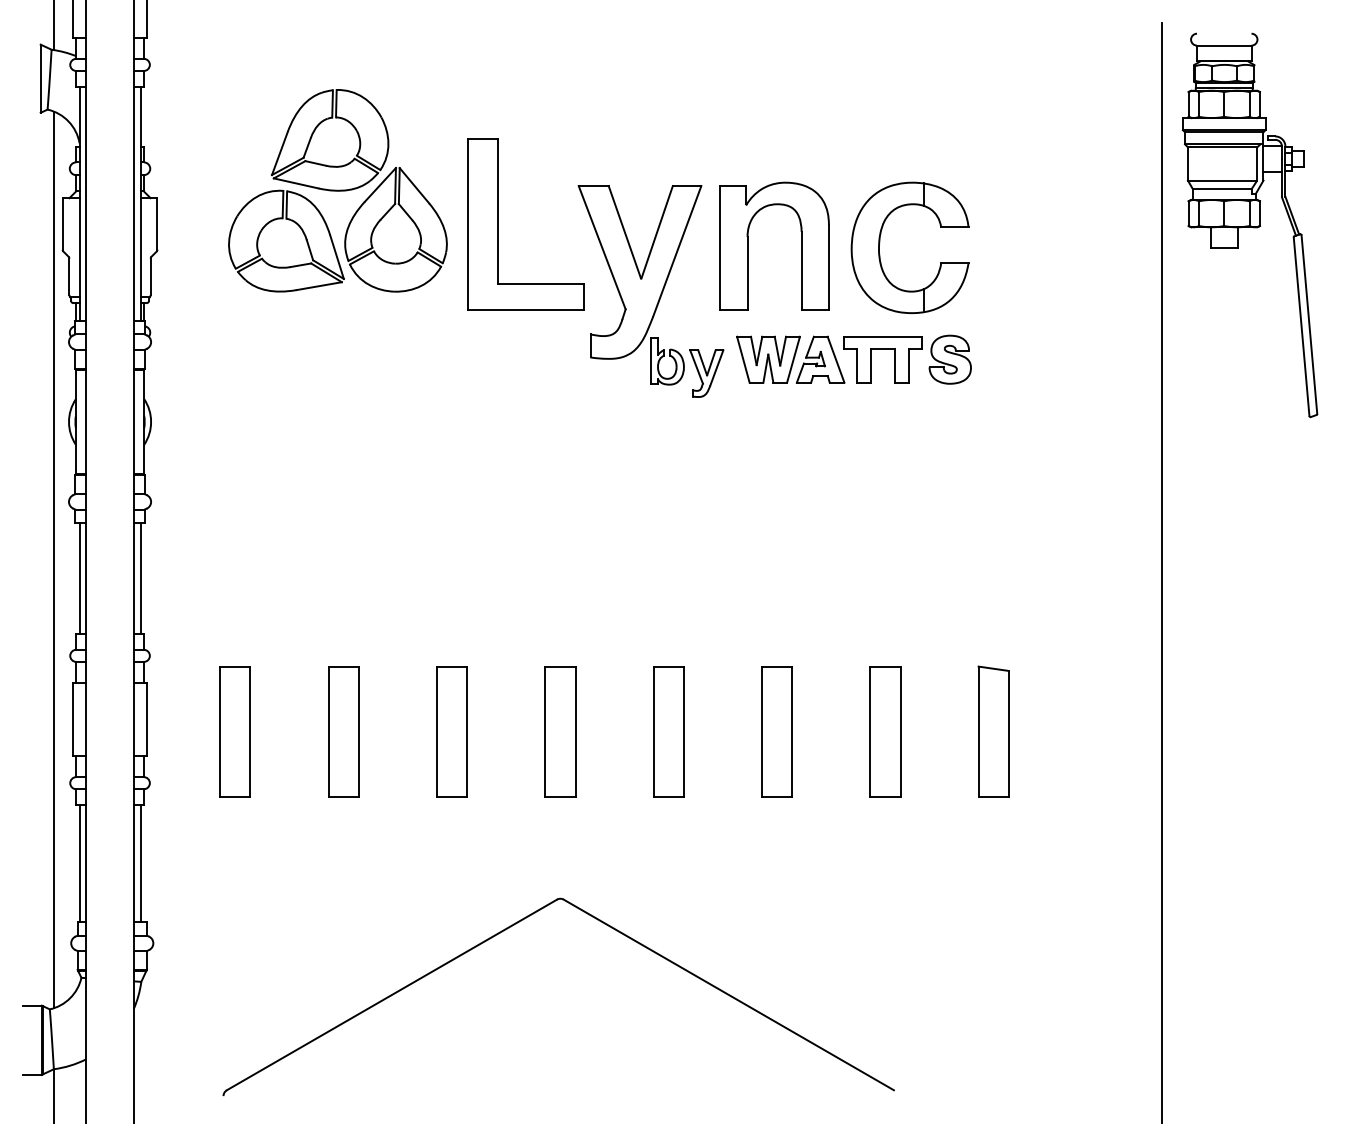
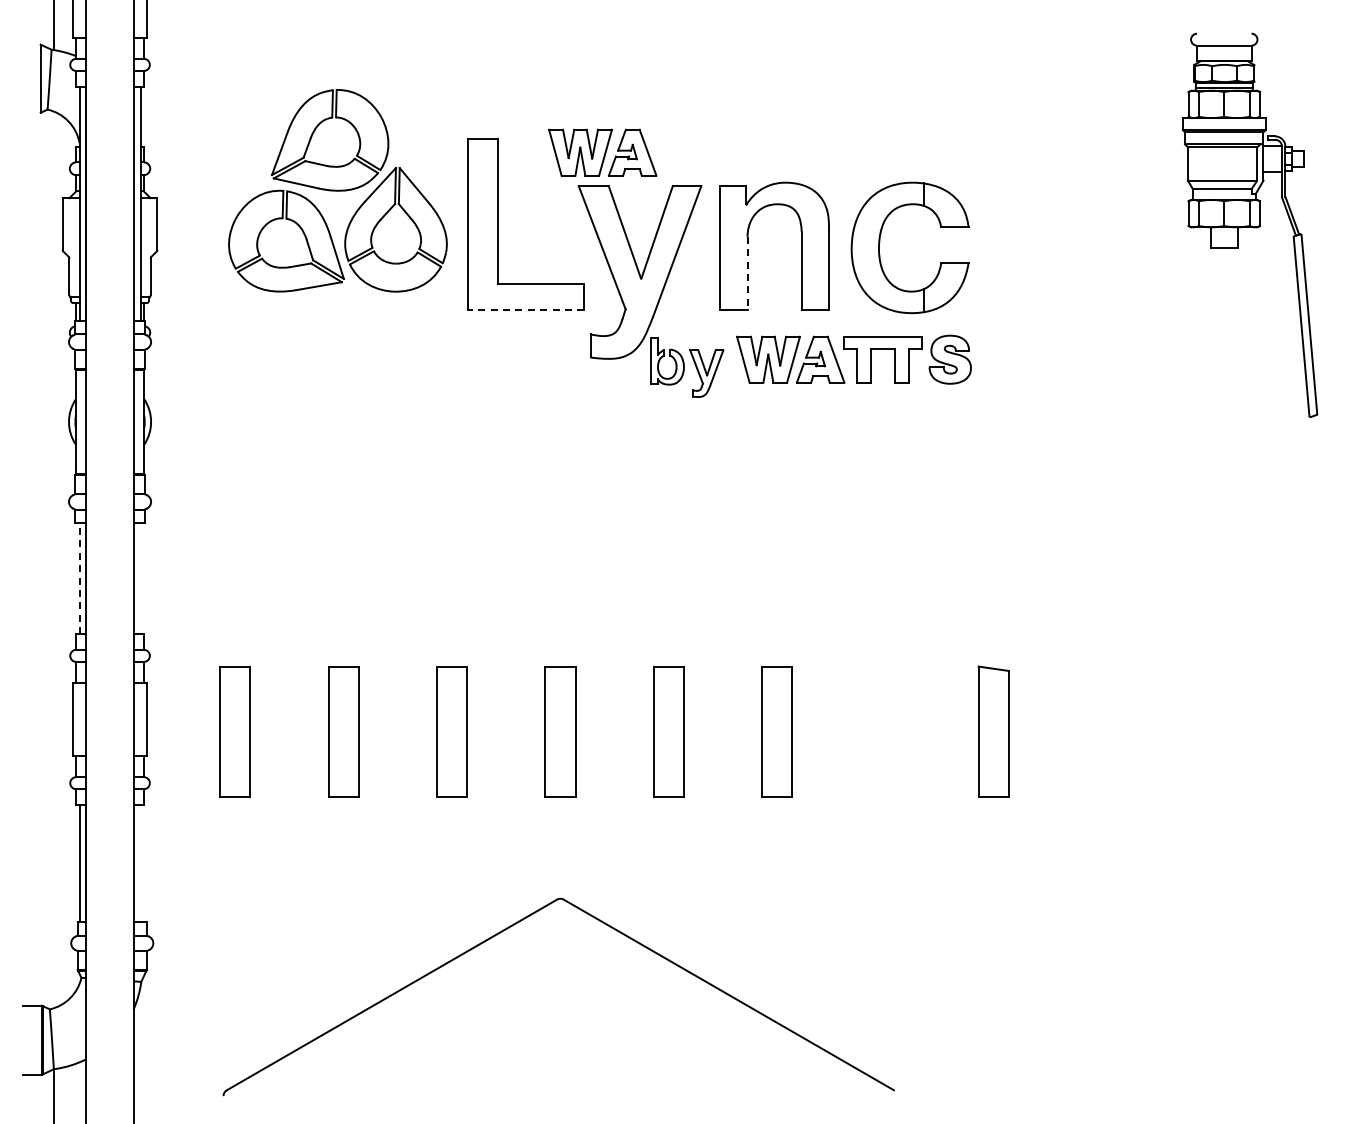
part at (602, 152): none -> present
line at (747, 273): solid -> dashed
line at (525, 309): solid -> dashed
line at (53, 559): present -> none
line at (1161, 571): present -> none
line at (79, 578): solid -> dashed
line at (140, 578): present -> none
part at (885, 731): present -> none
line at (140, 862): present -> none
